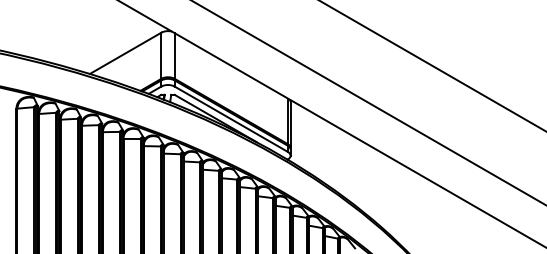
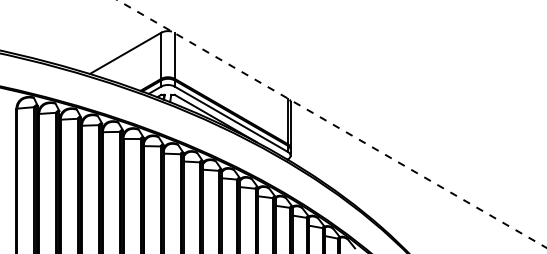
line at (432, 65): present -> none
line at (368, 102): present -> none
line at (331, 123): solid -> dashed
